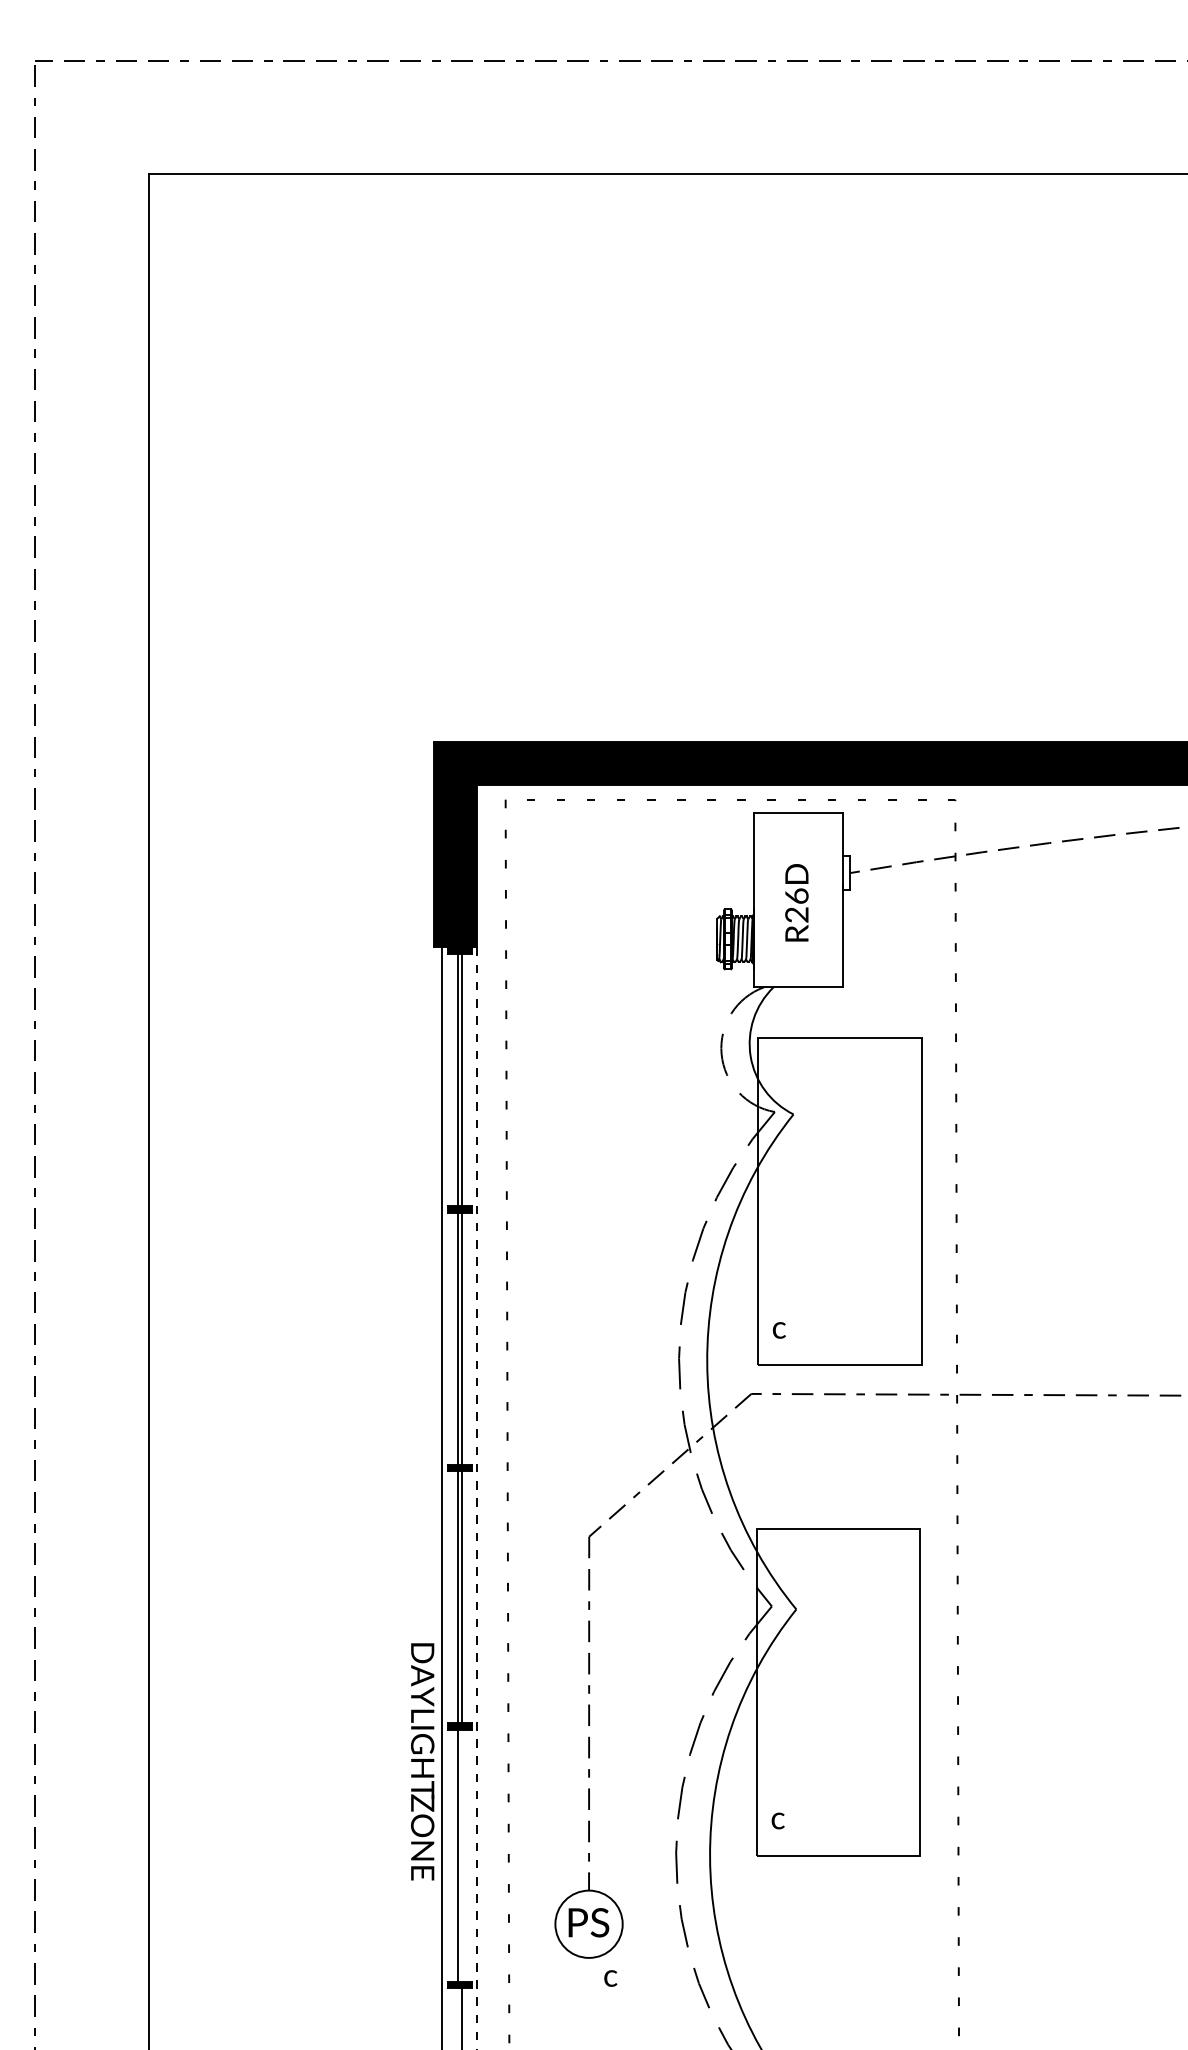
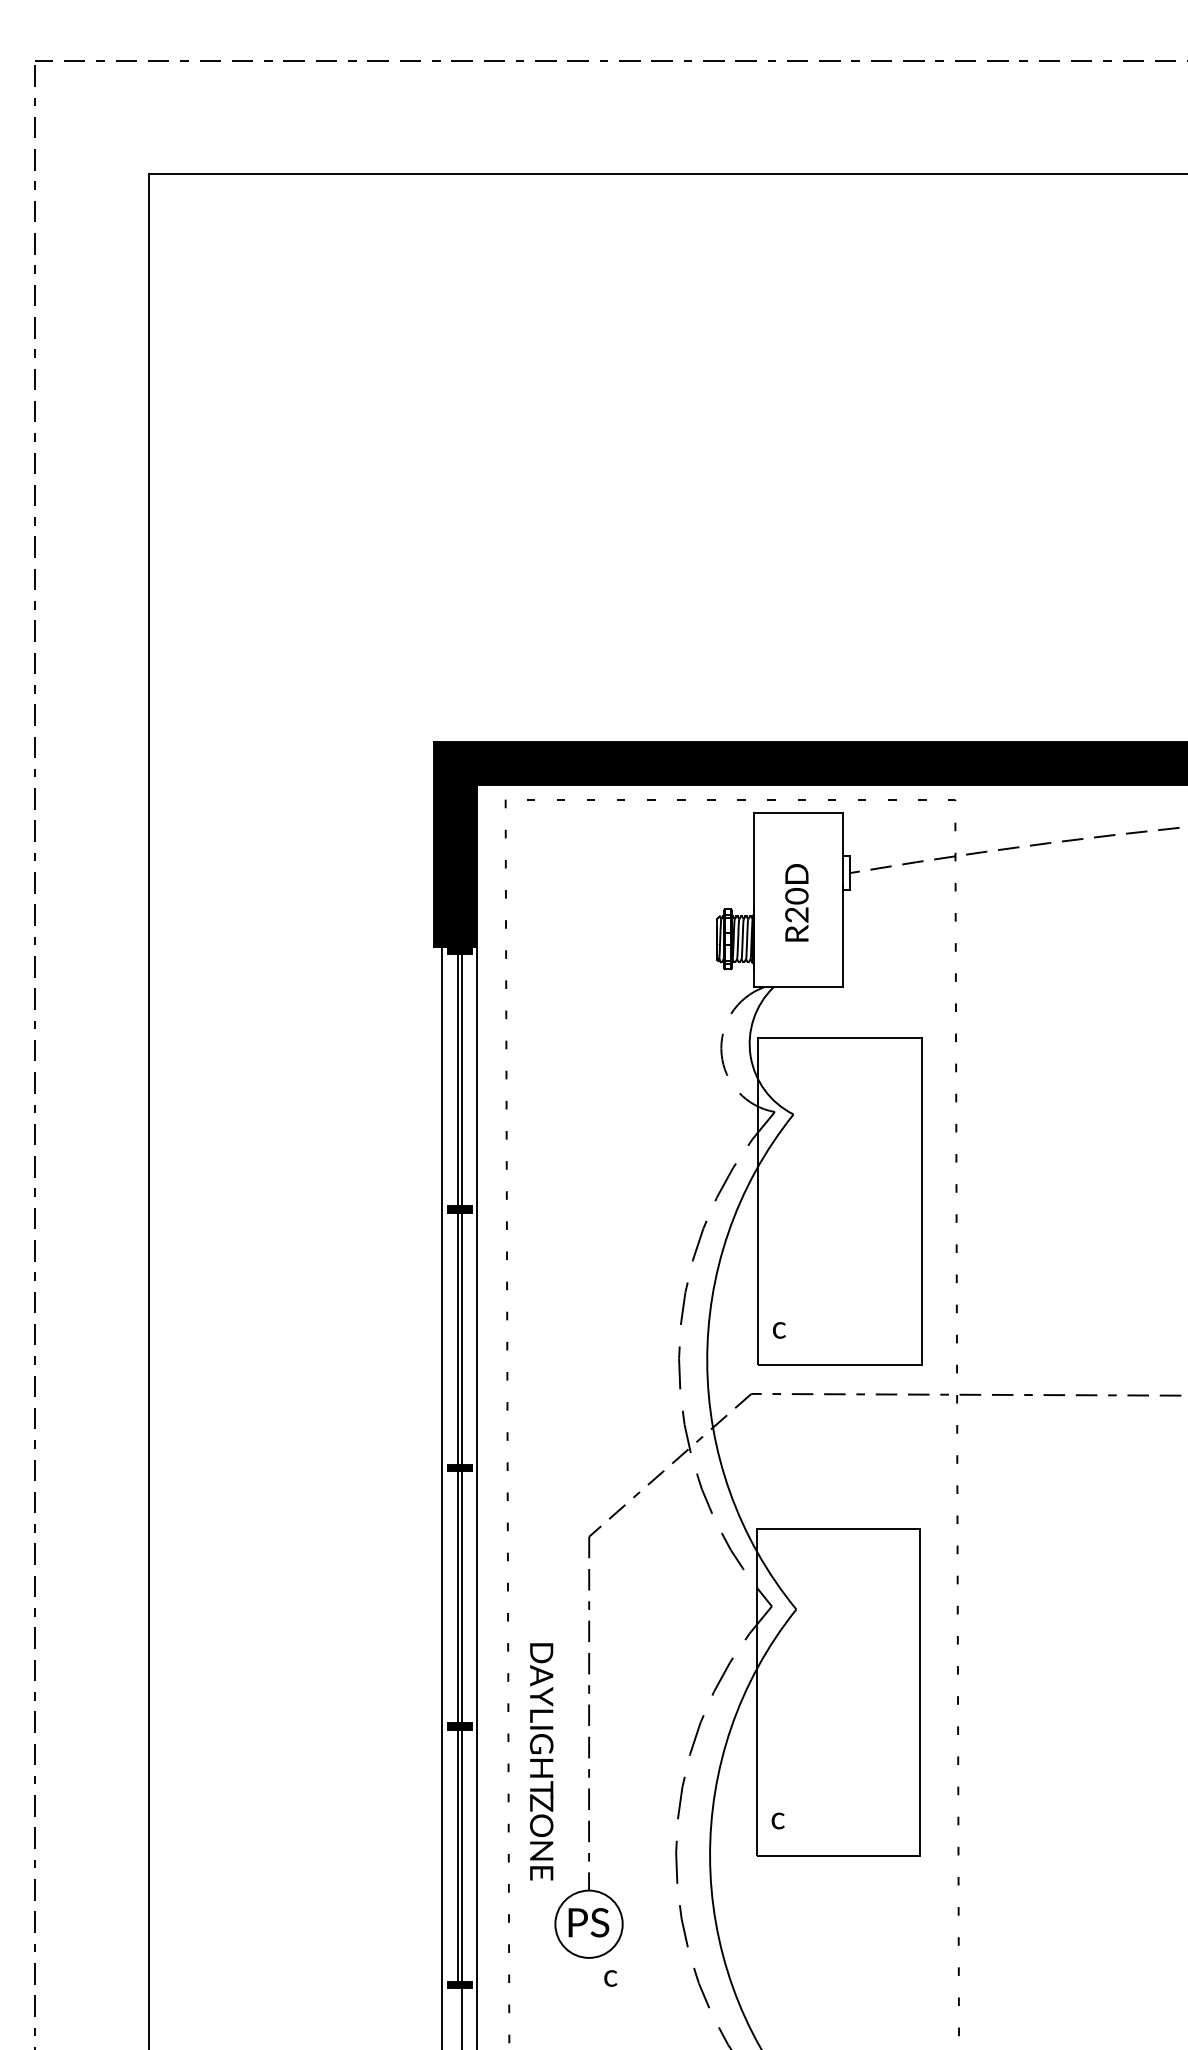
text at (796, 896): R26D -> R20D
line at (477, 1499): dashed -> solid
text at (422, 1761) position: (422, 1761) -> (541, 1761)
line at (462, 1855): none -> present
